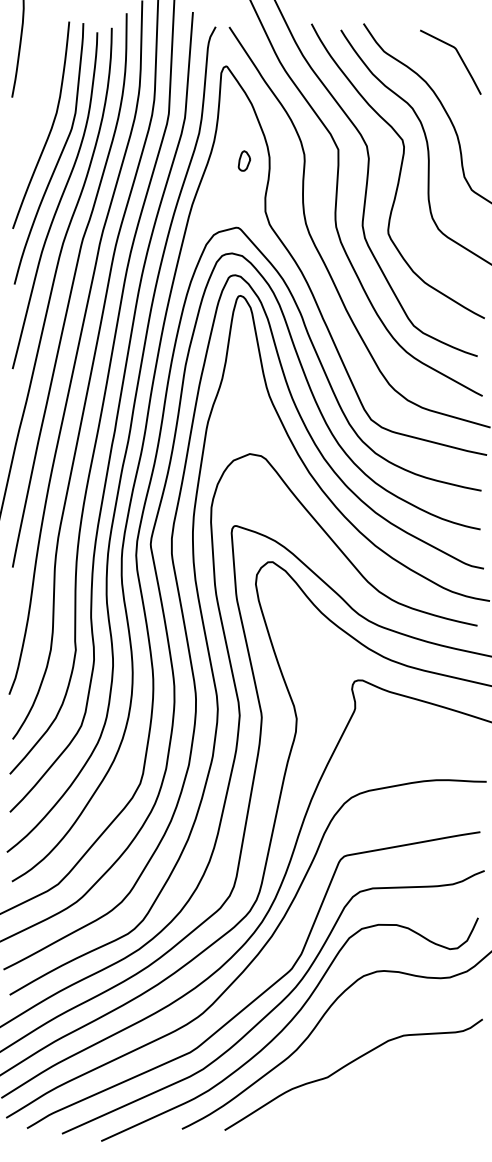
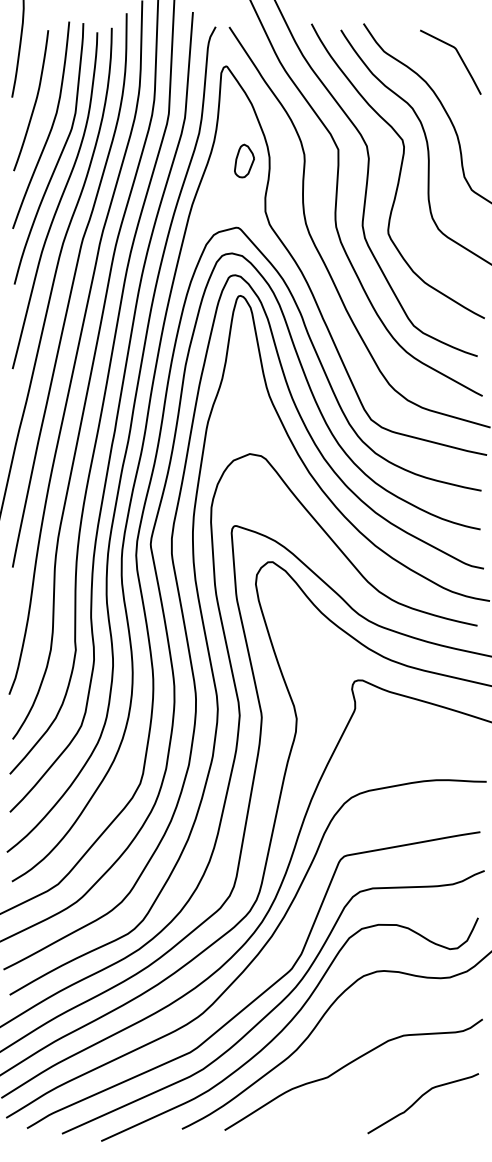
curve at (34, 102): none -> present
part at (244, 160) size: 15x22 px -> 21x36 px
curve at (419, 1099): none -> present
